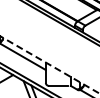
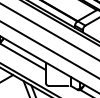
line at (49, 31): none -> present
line at (49, 49): none -> present
line at (49, 64): dashed -> solid
